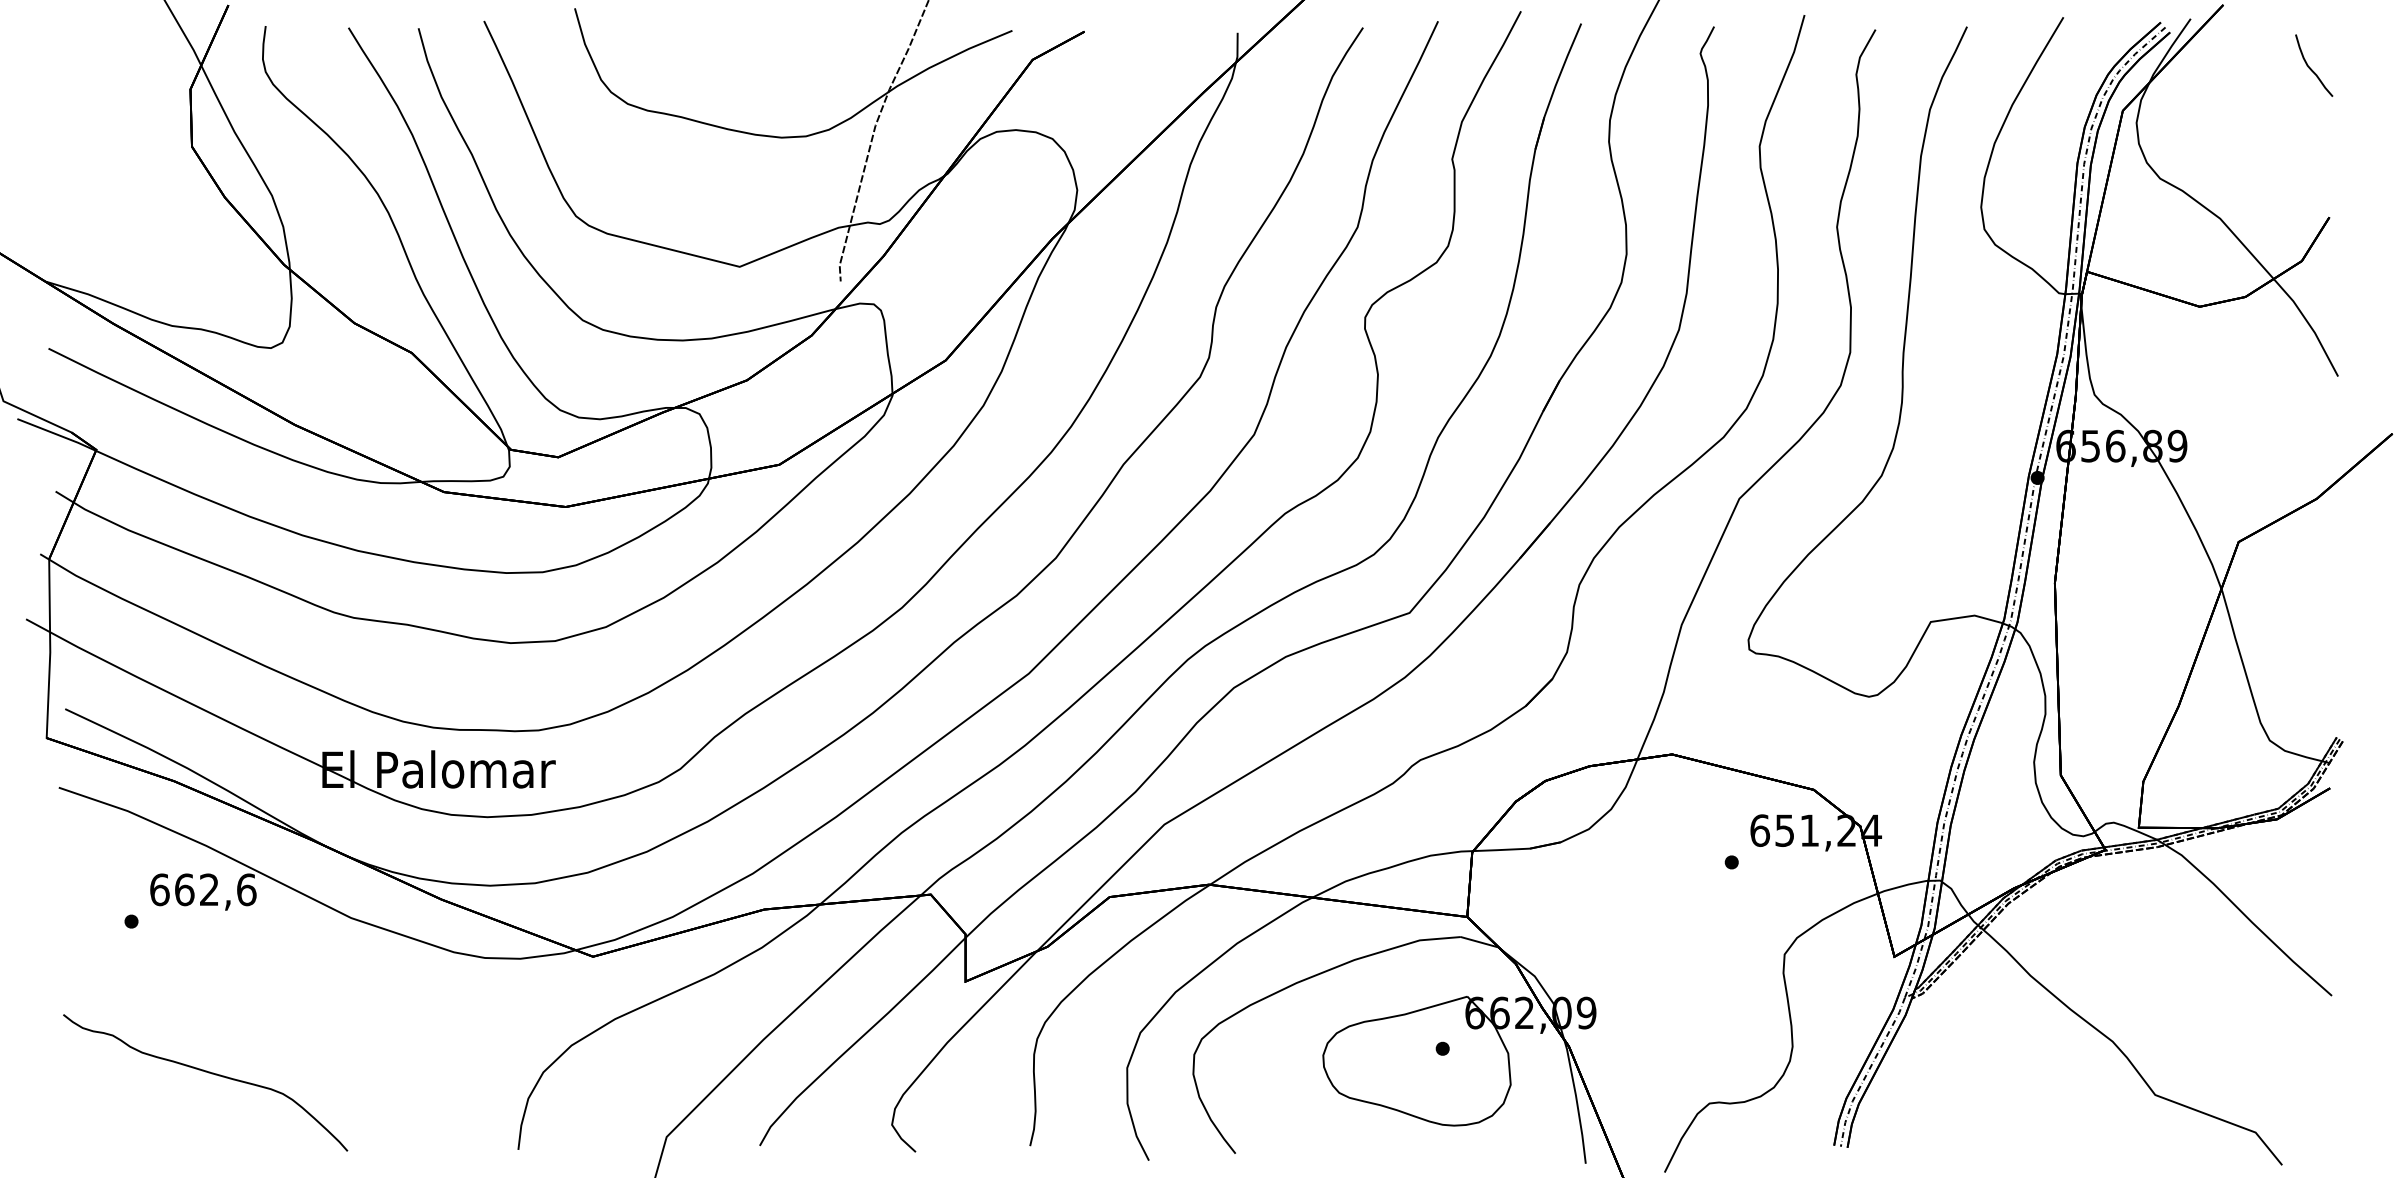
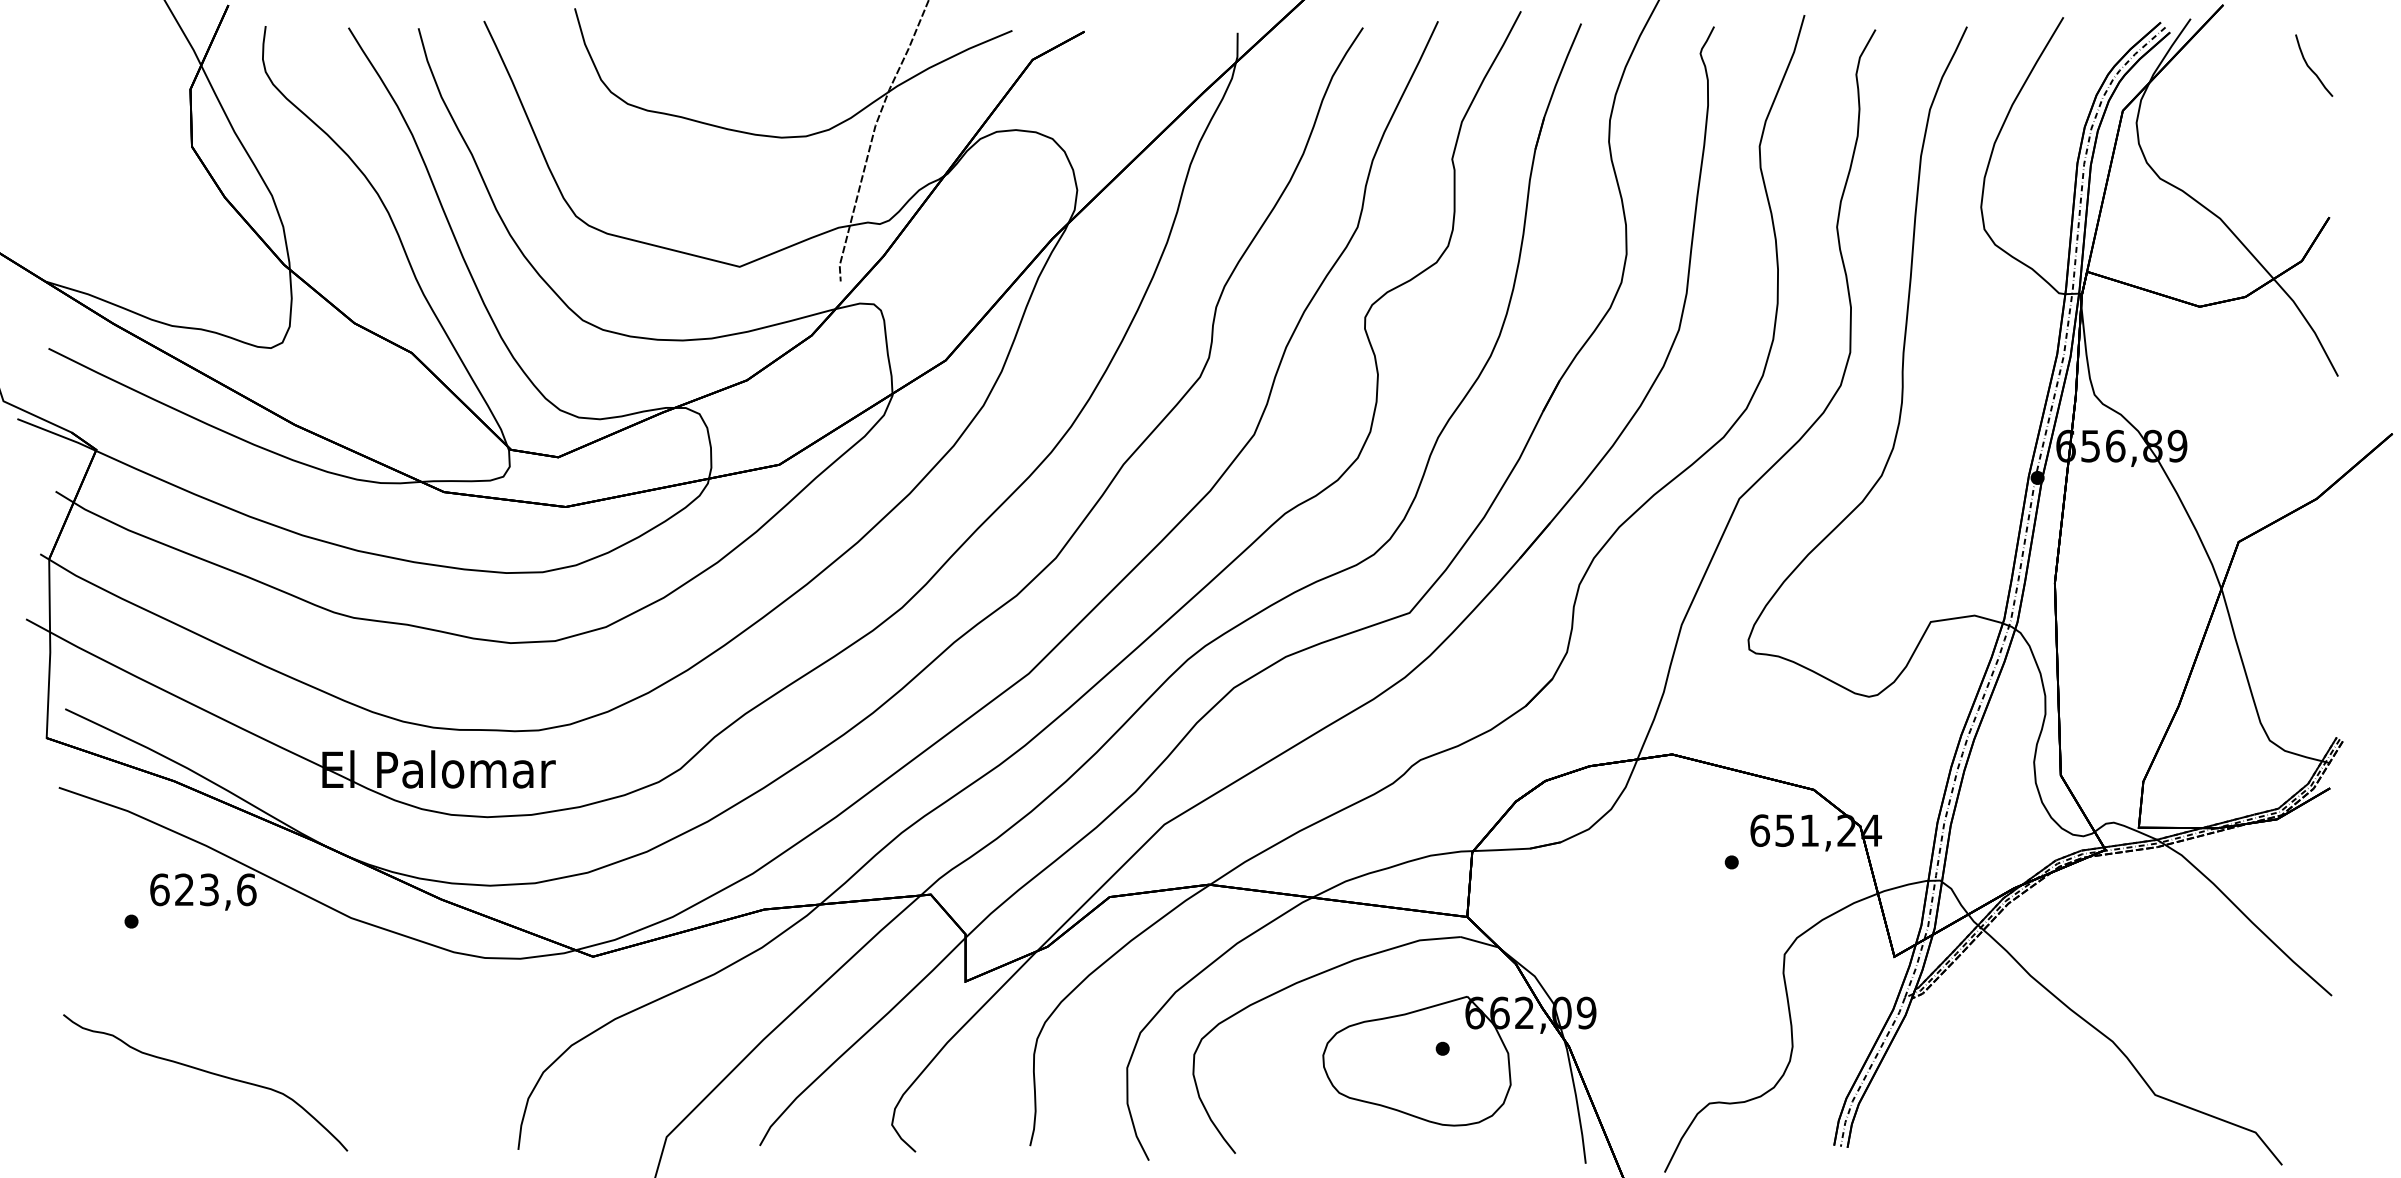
text at (196, 889): 662,6 -> 623,6
